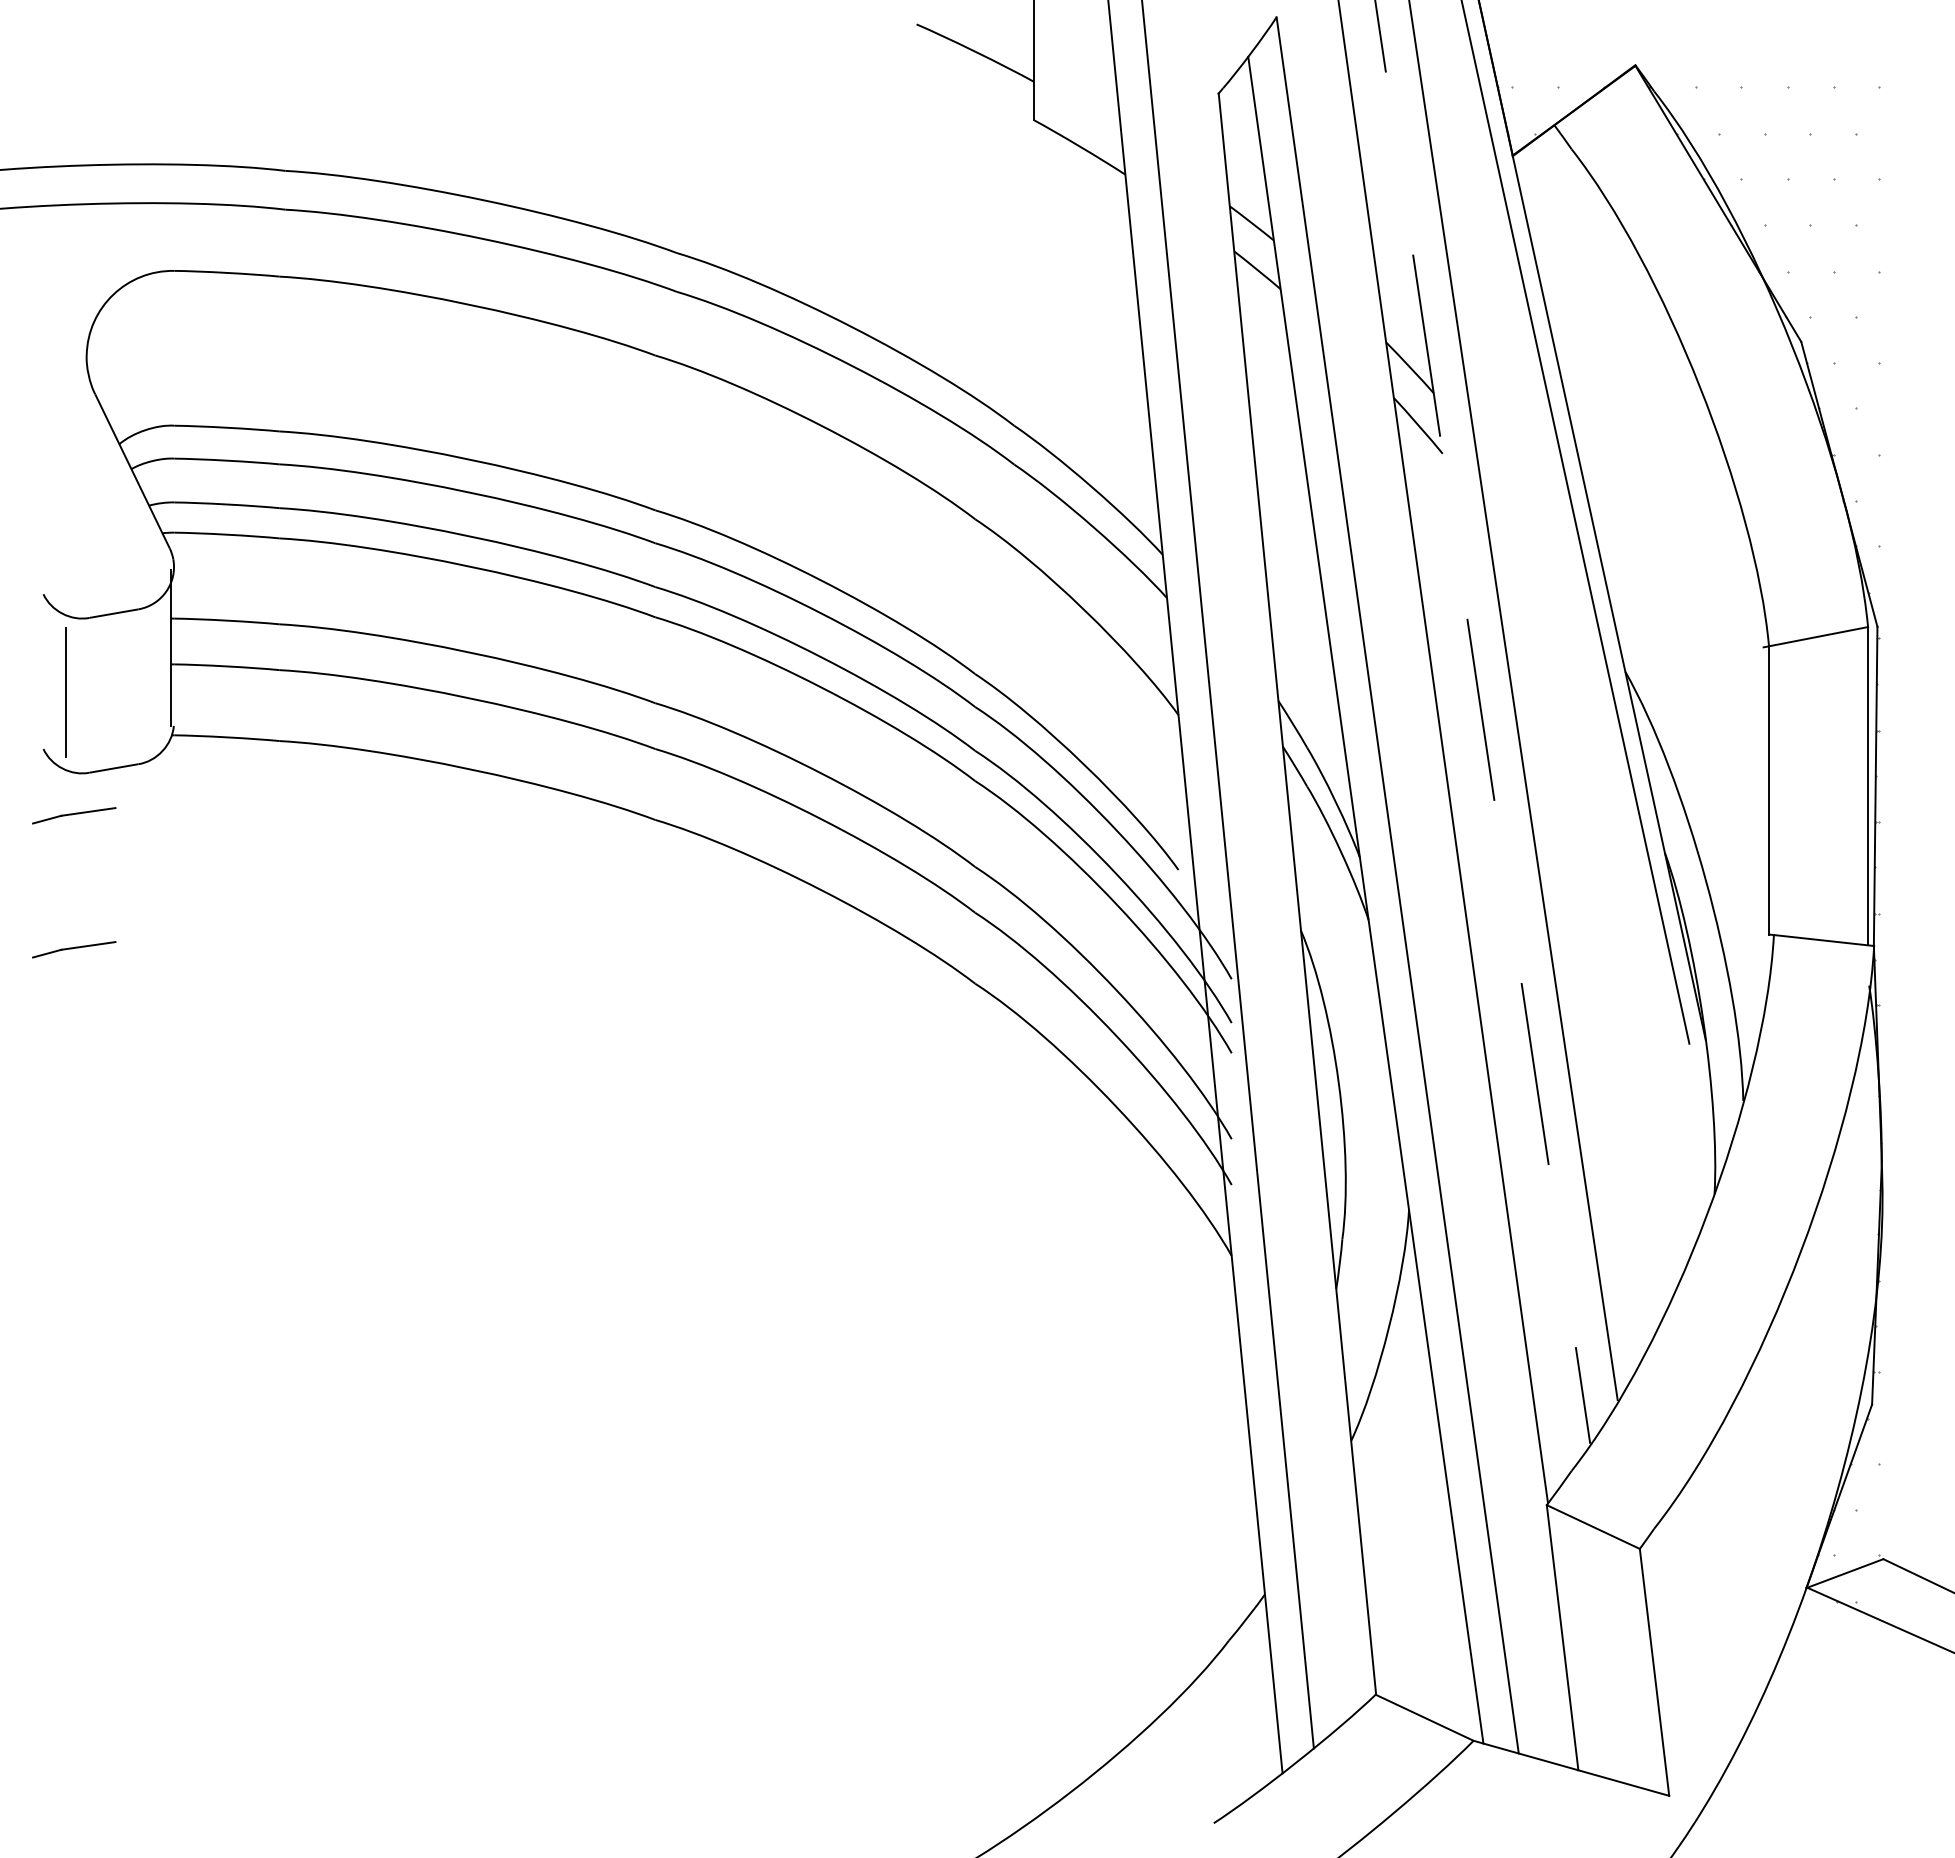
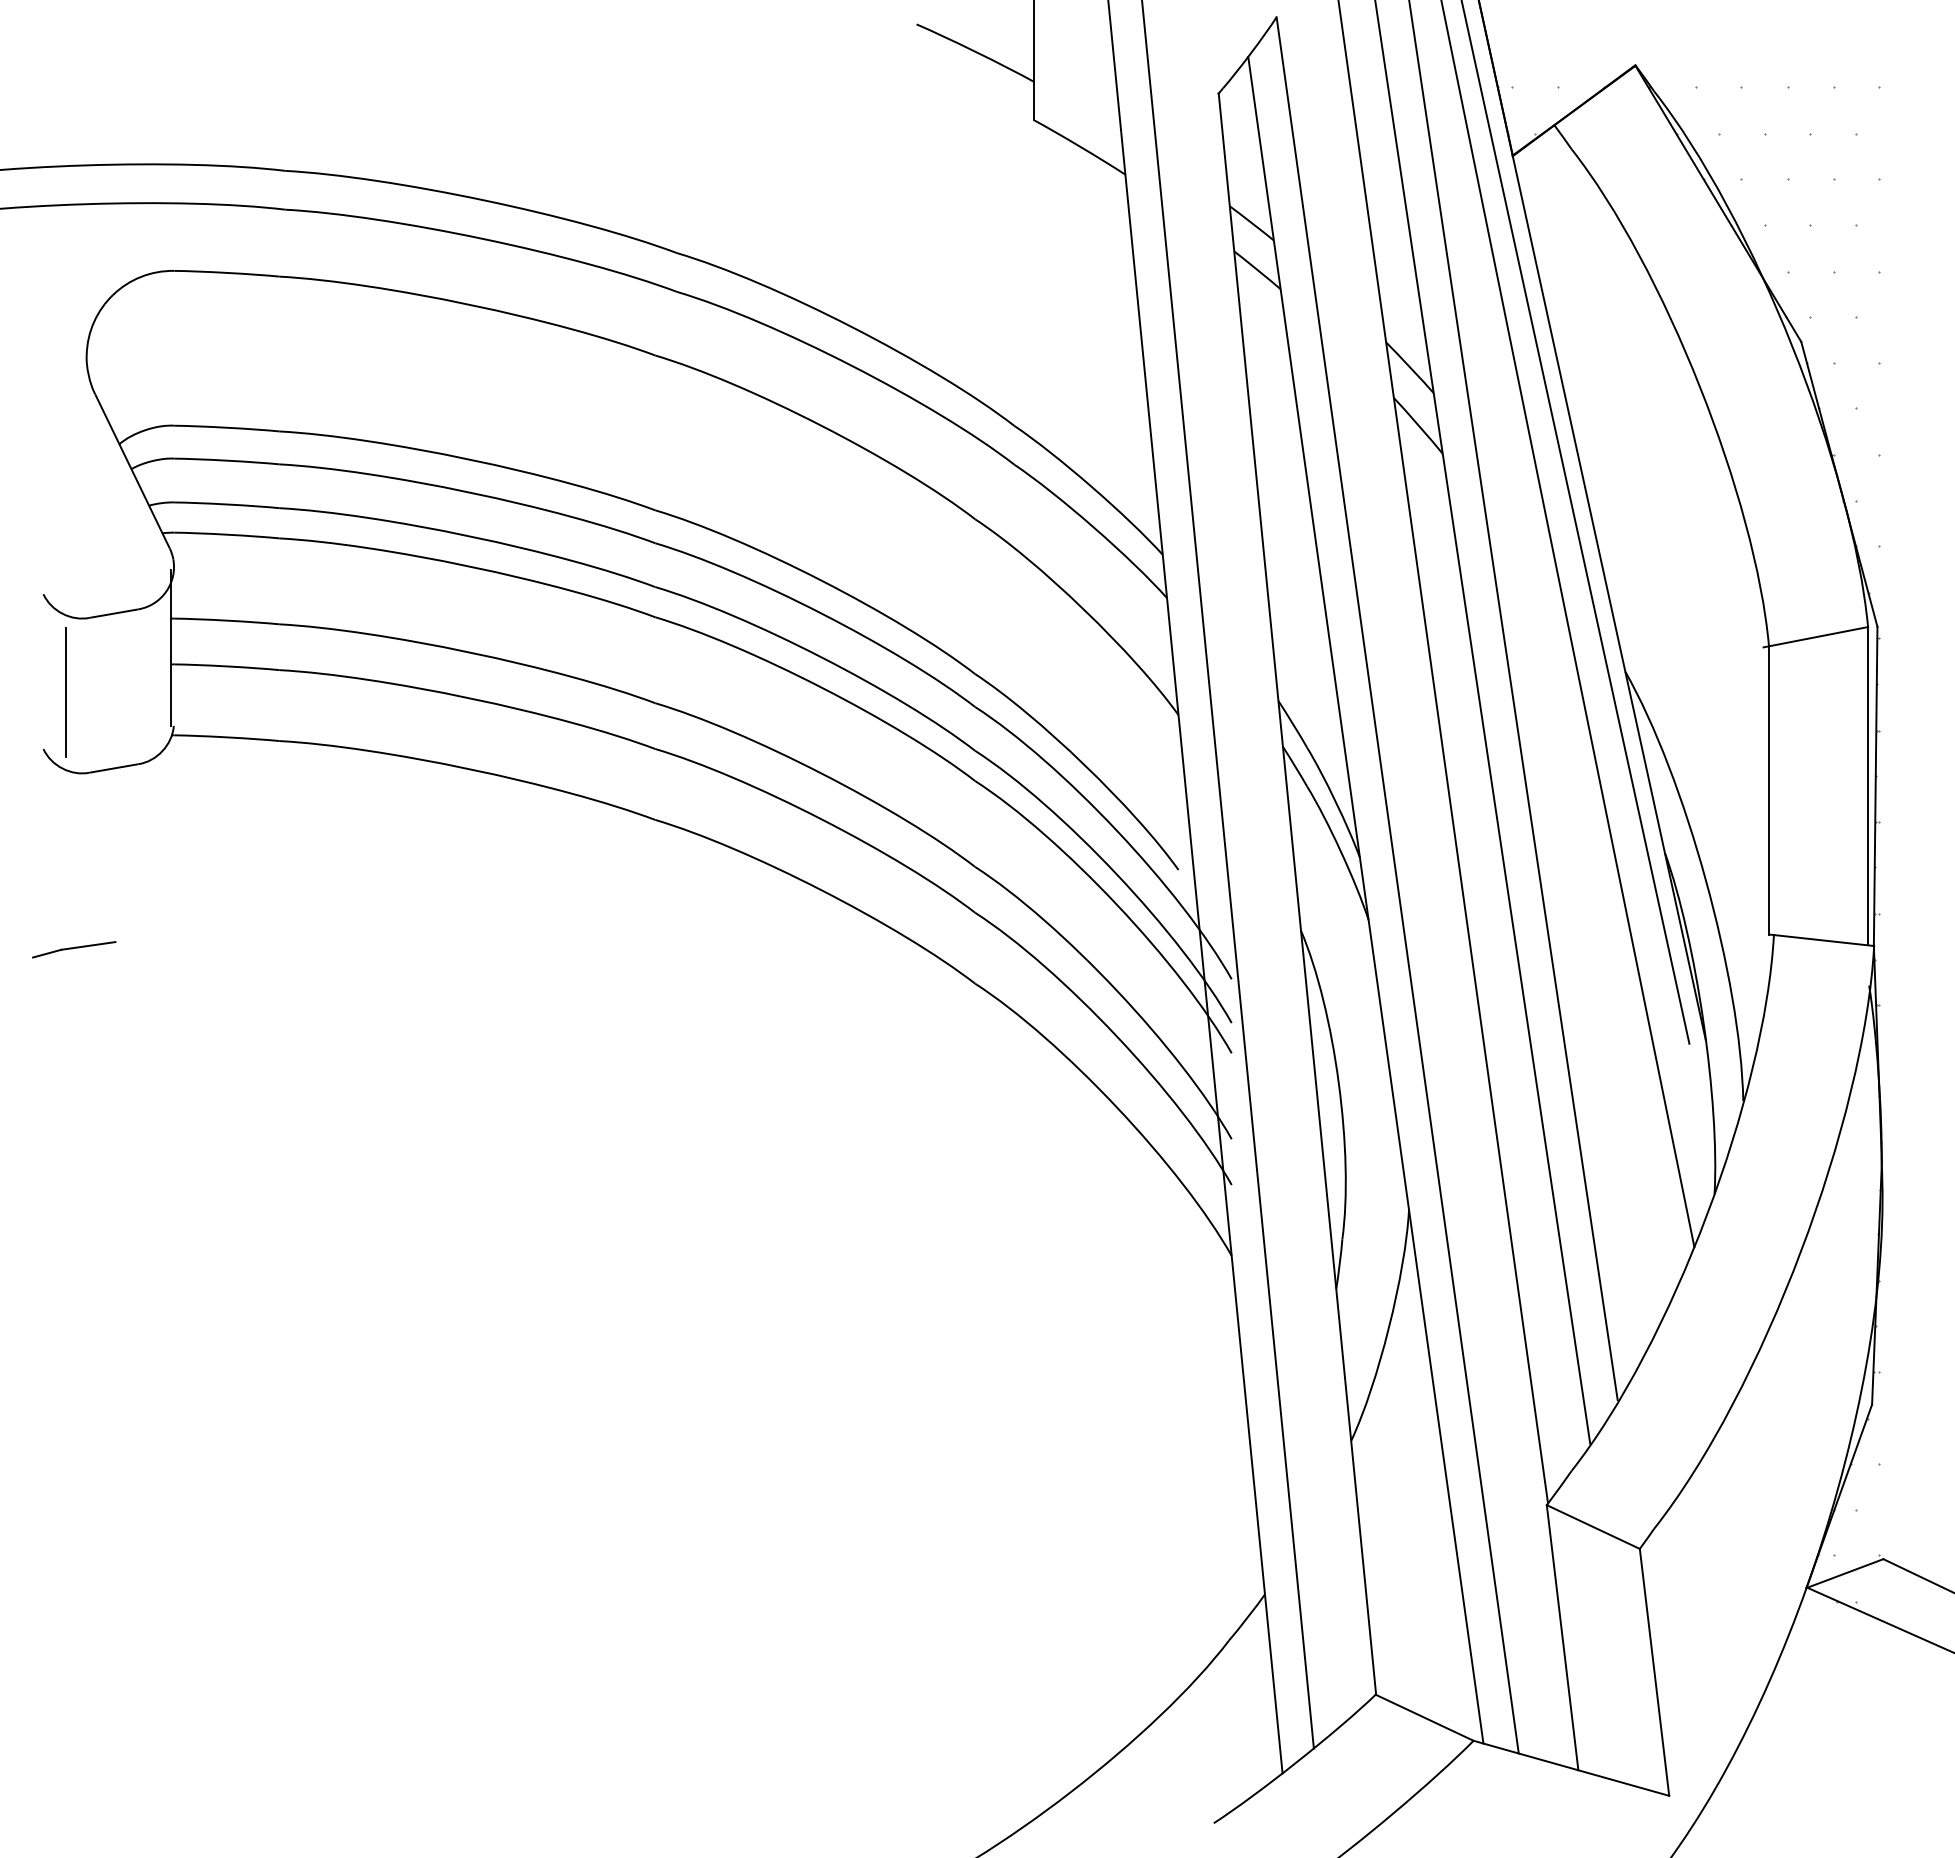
line at (1567, 624): none -> present
line at (1482, 721): dashed -> solid
part at (74, 815): present -> none
